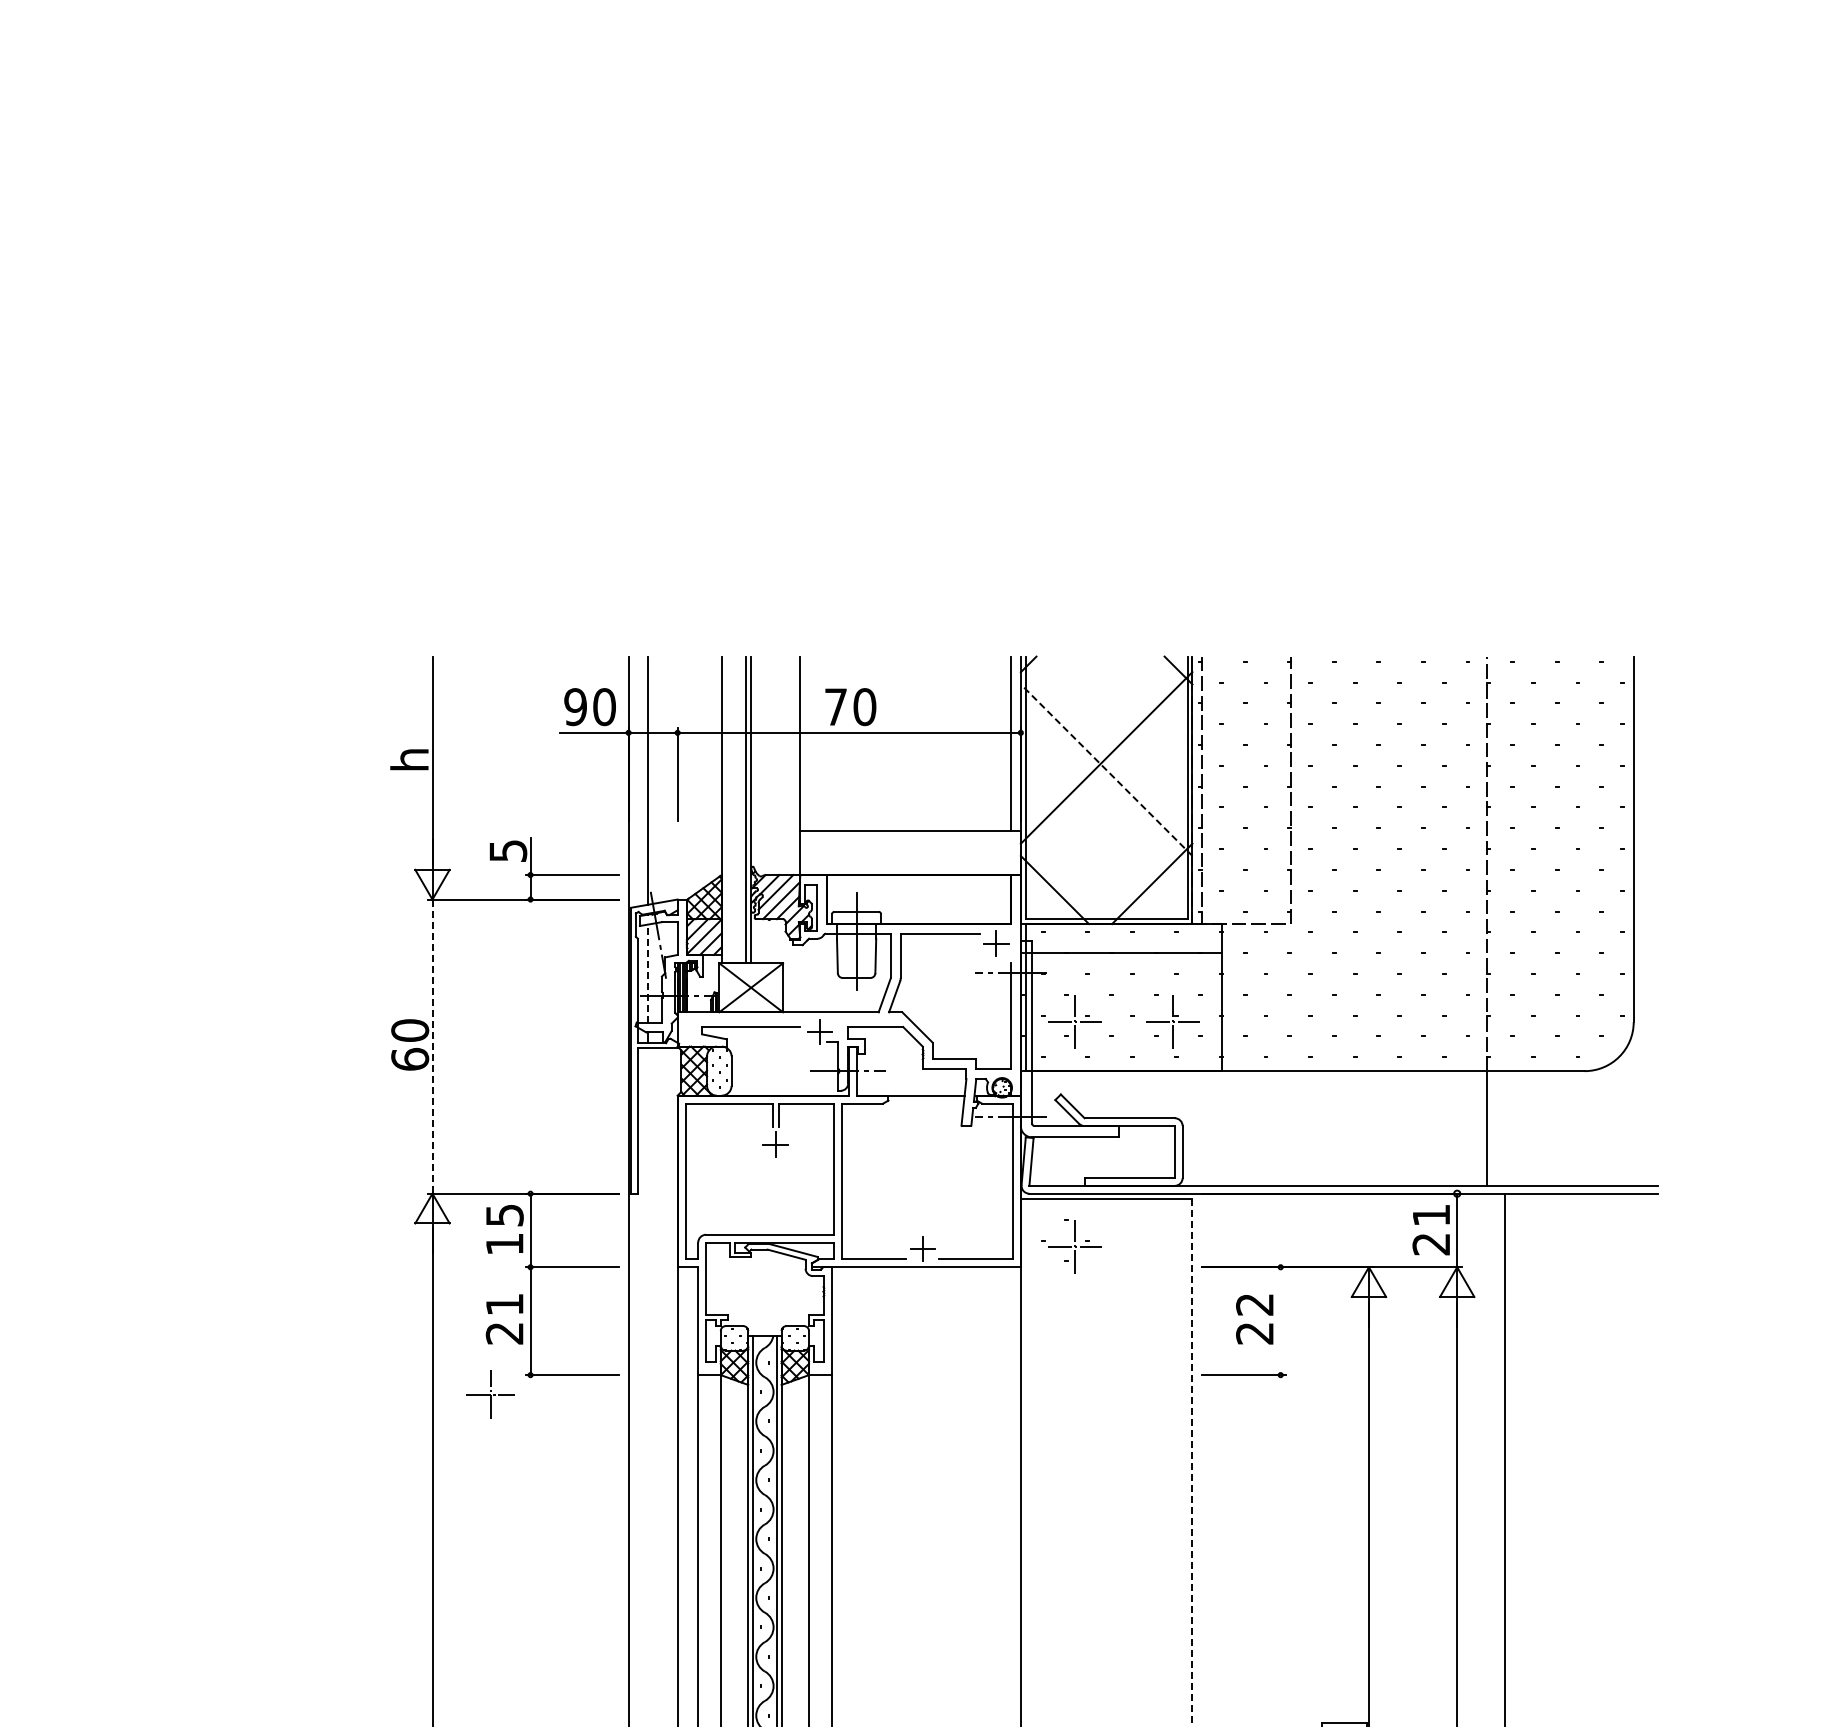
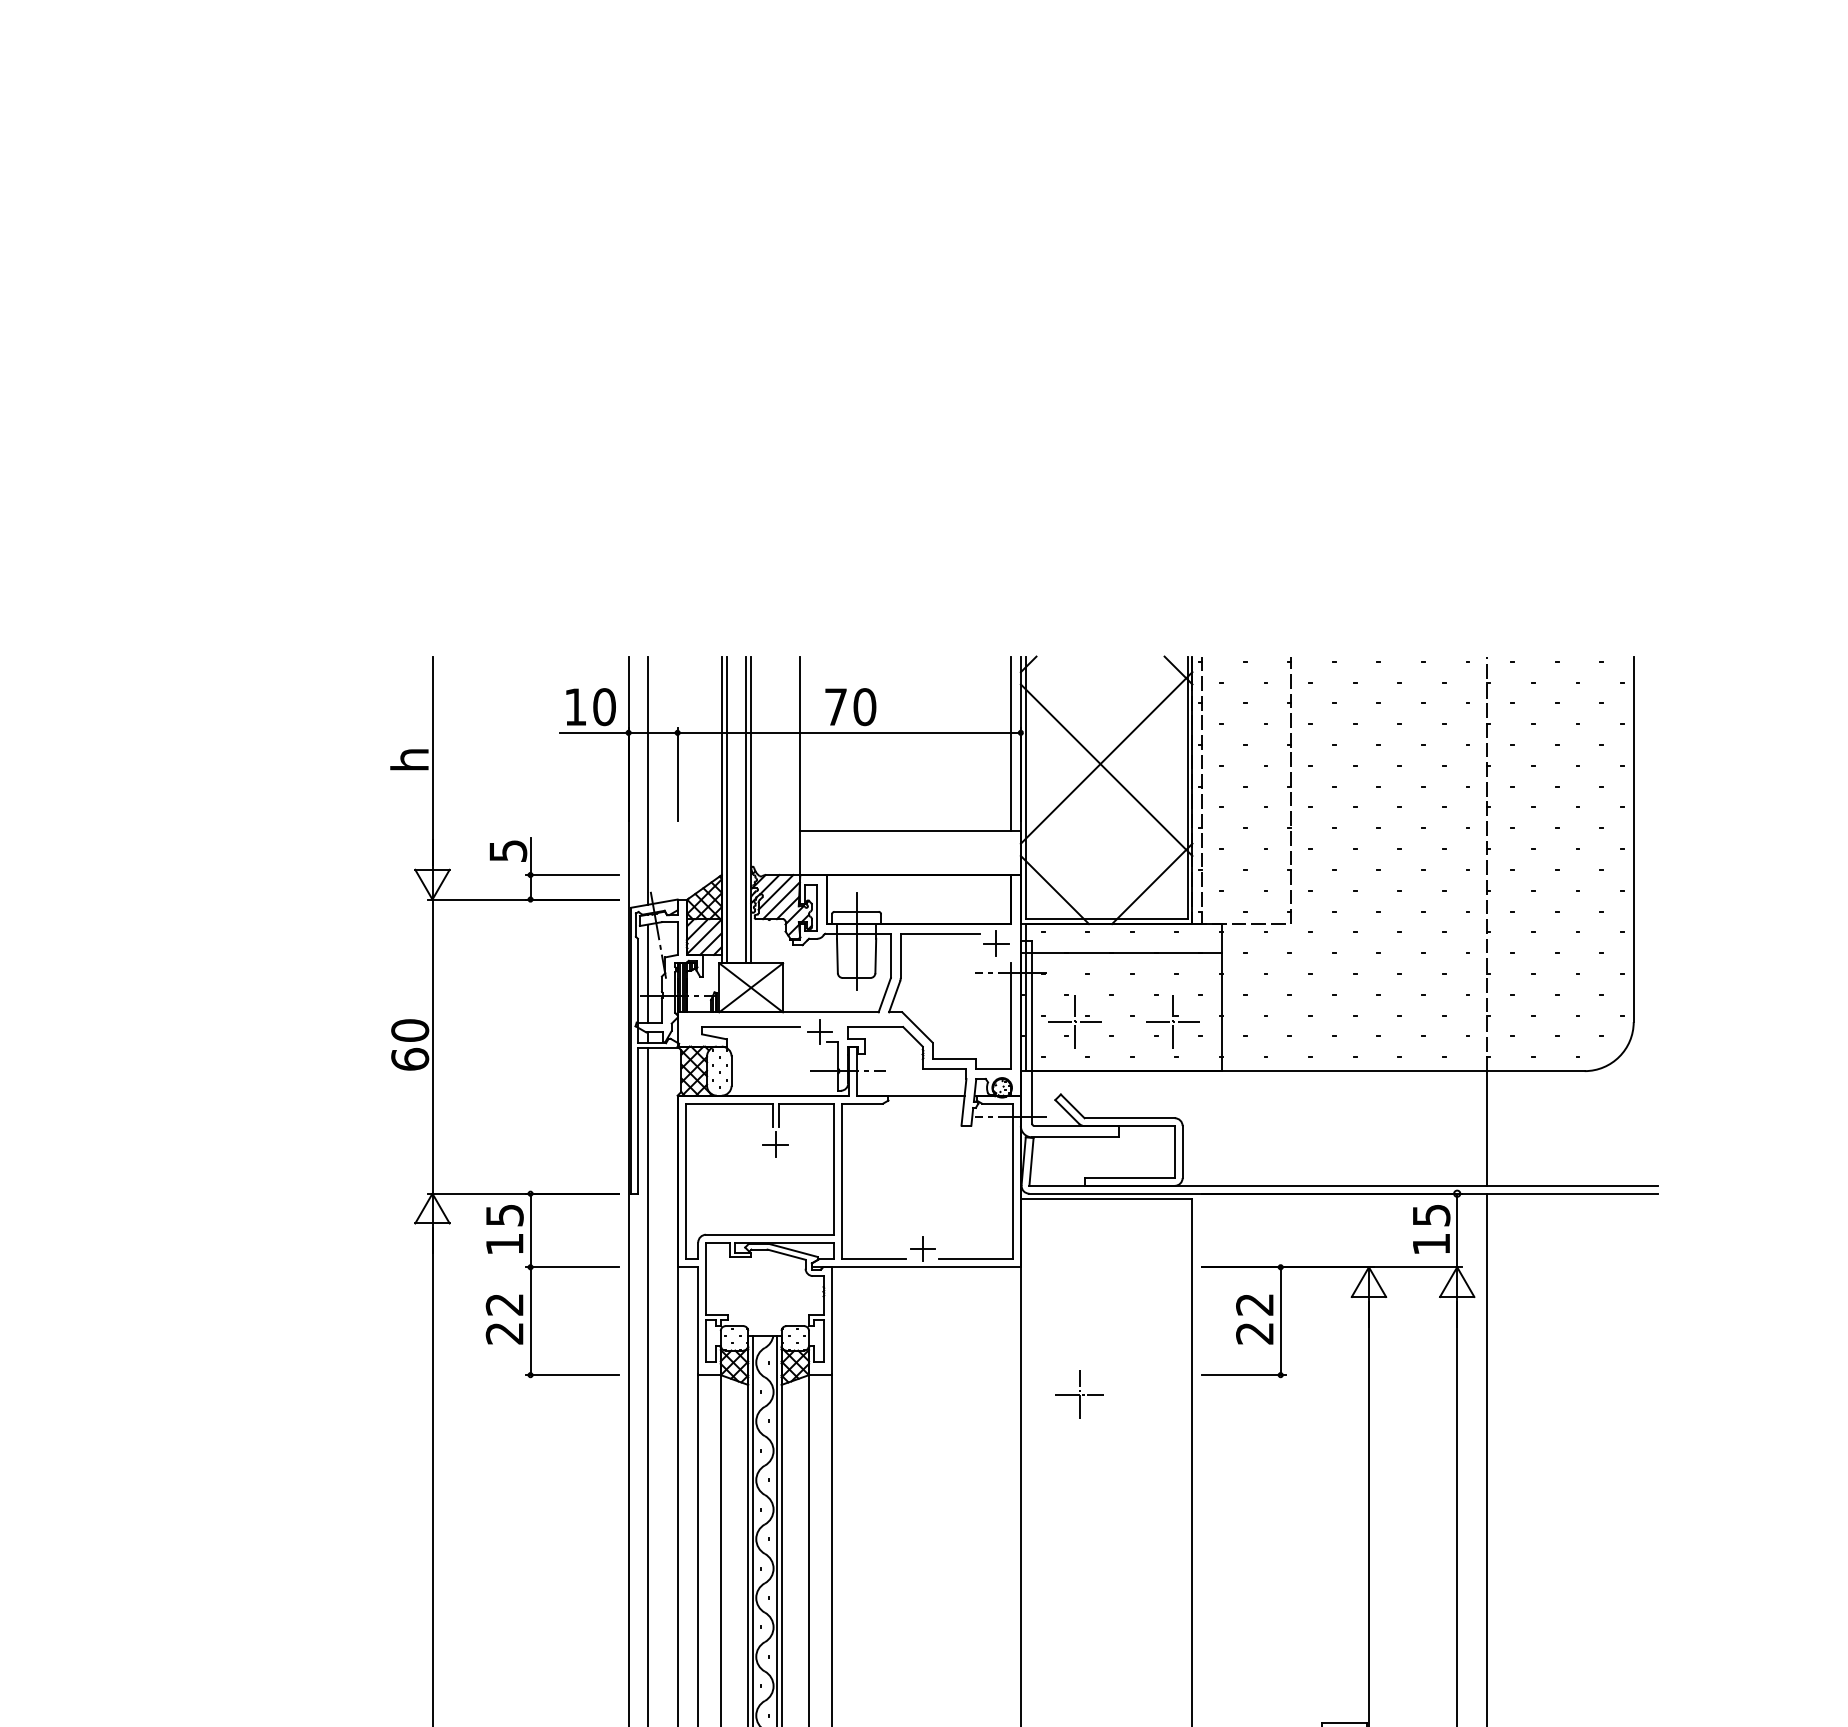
text at (575, 707): 90 -> 10
line at (1106, 769): dashed -> solid
line at (726, 809): none -> present
line at (648, 973): dashed -> solid
line at (432, 1047): dashed -> solid
text at (1431, 1230): 21 -> 15
part at (1071, 1246): present -> none
text at (504, 1304): 21 -> 22
line at (1280, 1321): none -> present
line at (648, 1385): none -> present
part at (490, 1394) position: (490, 1394) -> (1079, 1394)
line at (1504, 1458) position: (1504, 1458) -> (1486, 1458)
line at (1192, 1462): dashed -> solid
